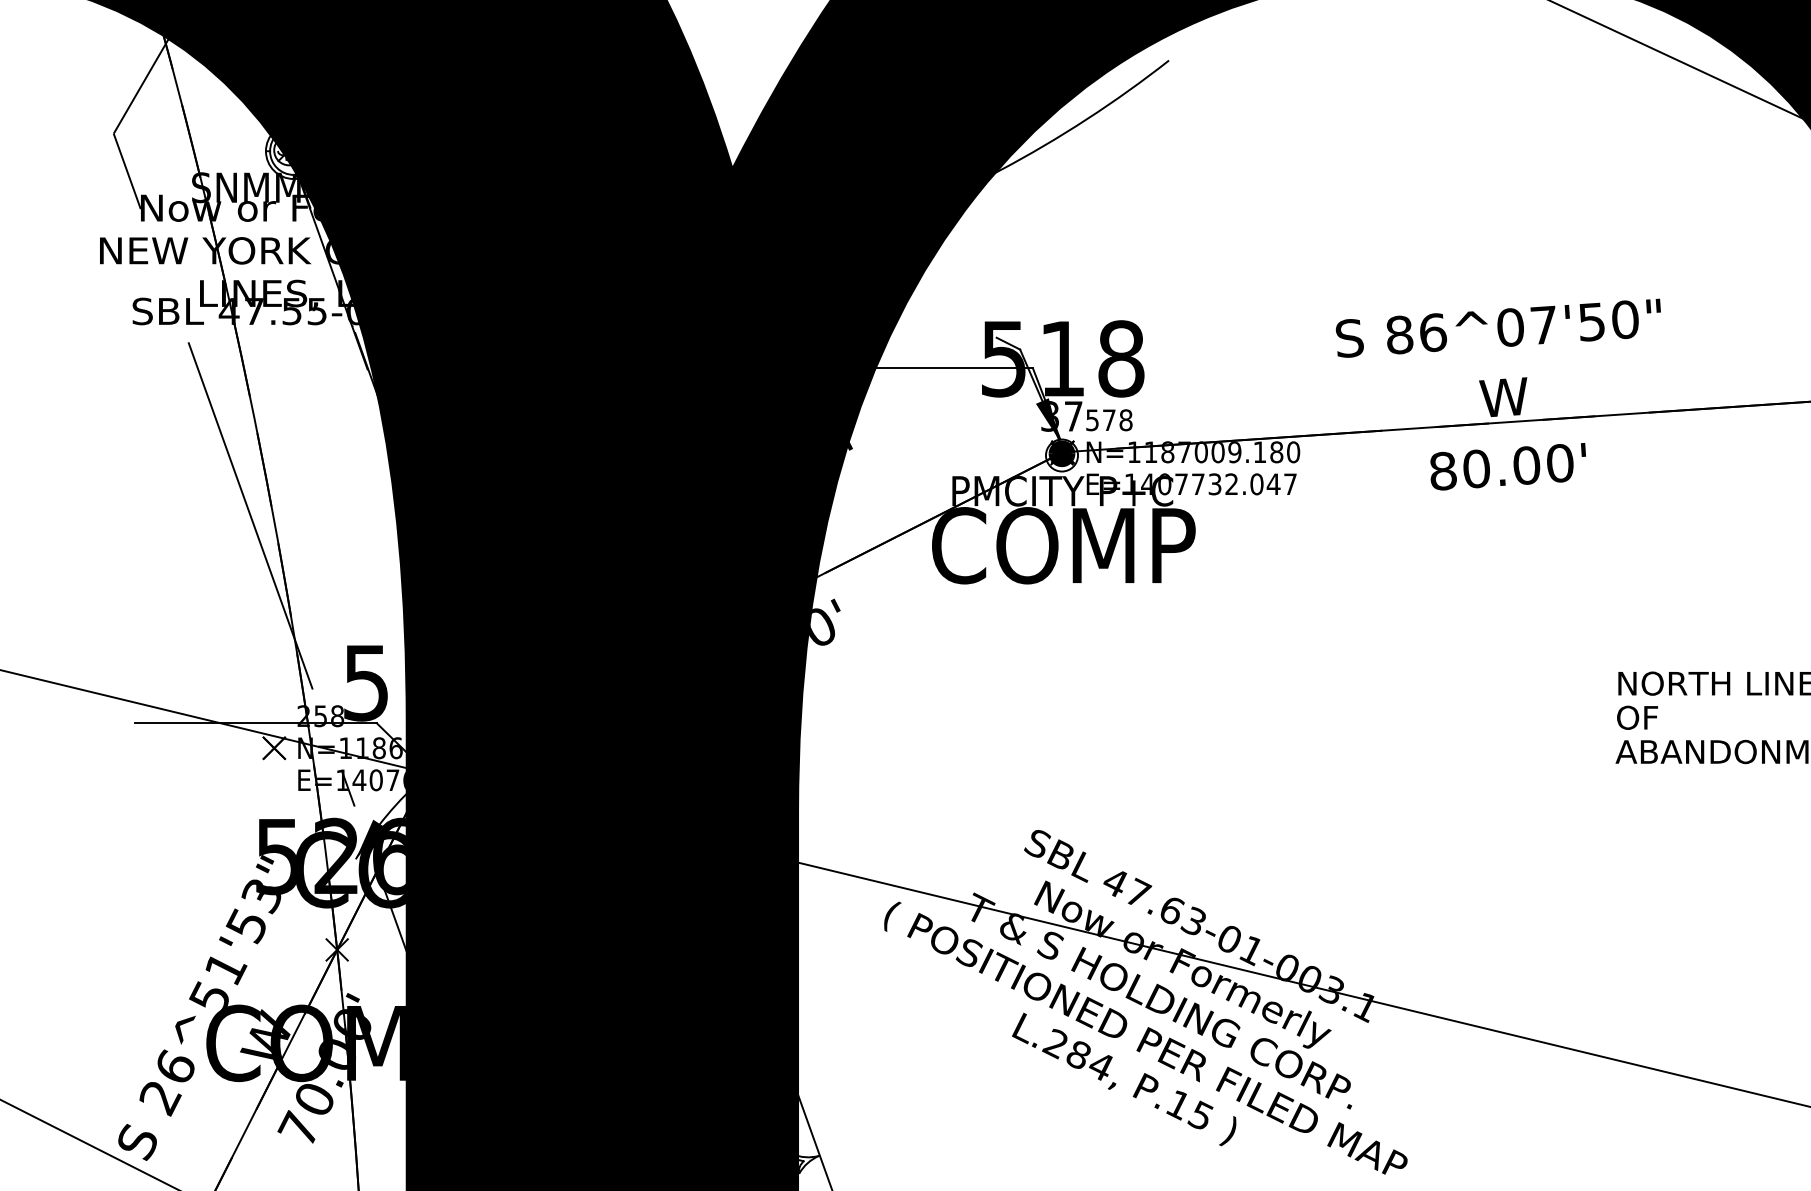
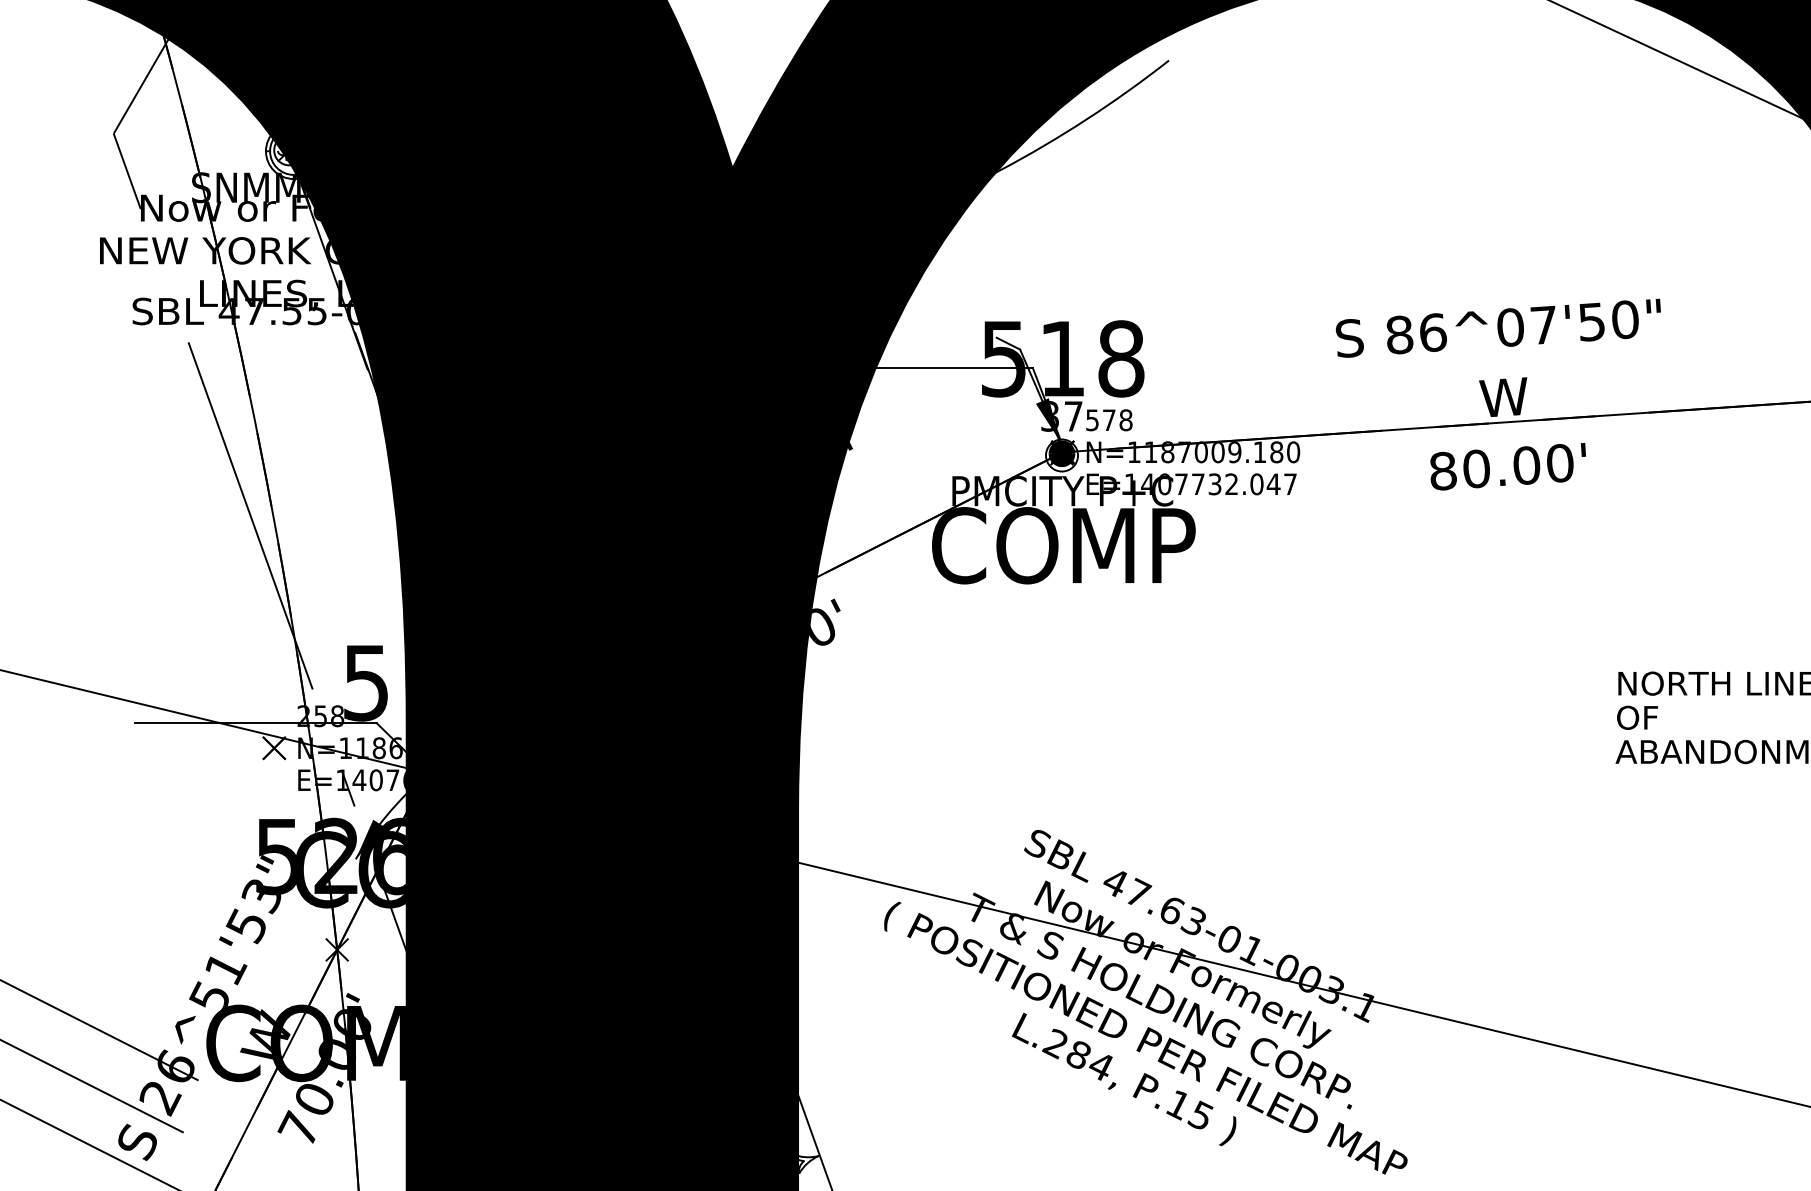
line at (100, 1030): none -> present
line at (92, 1086): none -> present
